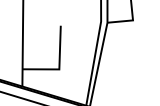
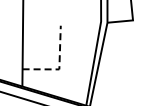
line at (59, 66): solid -> dashed
